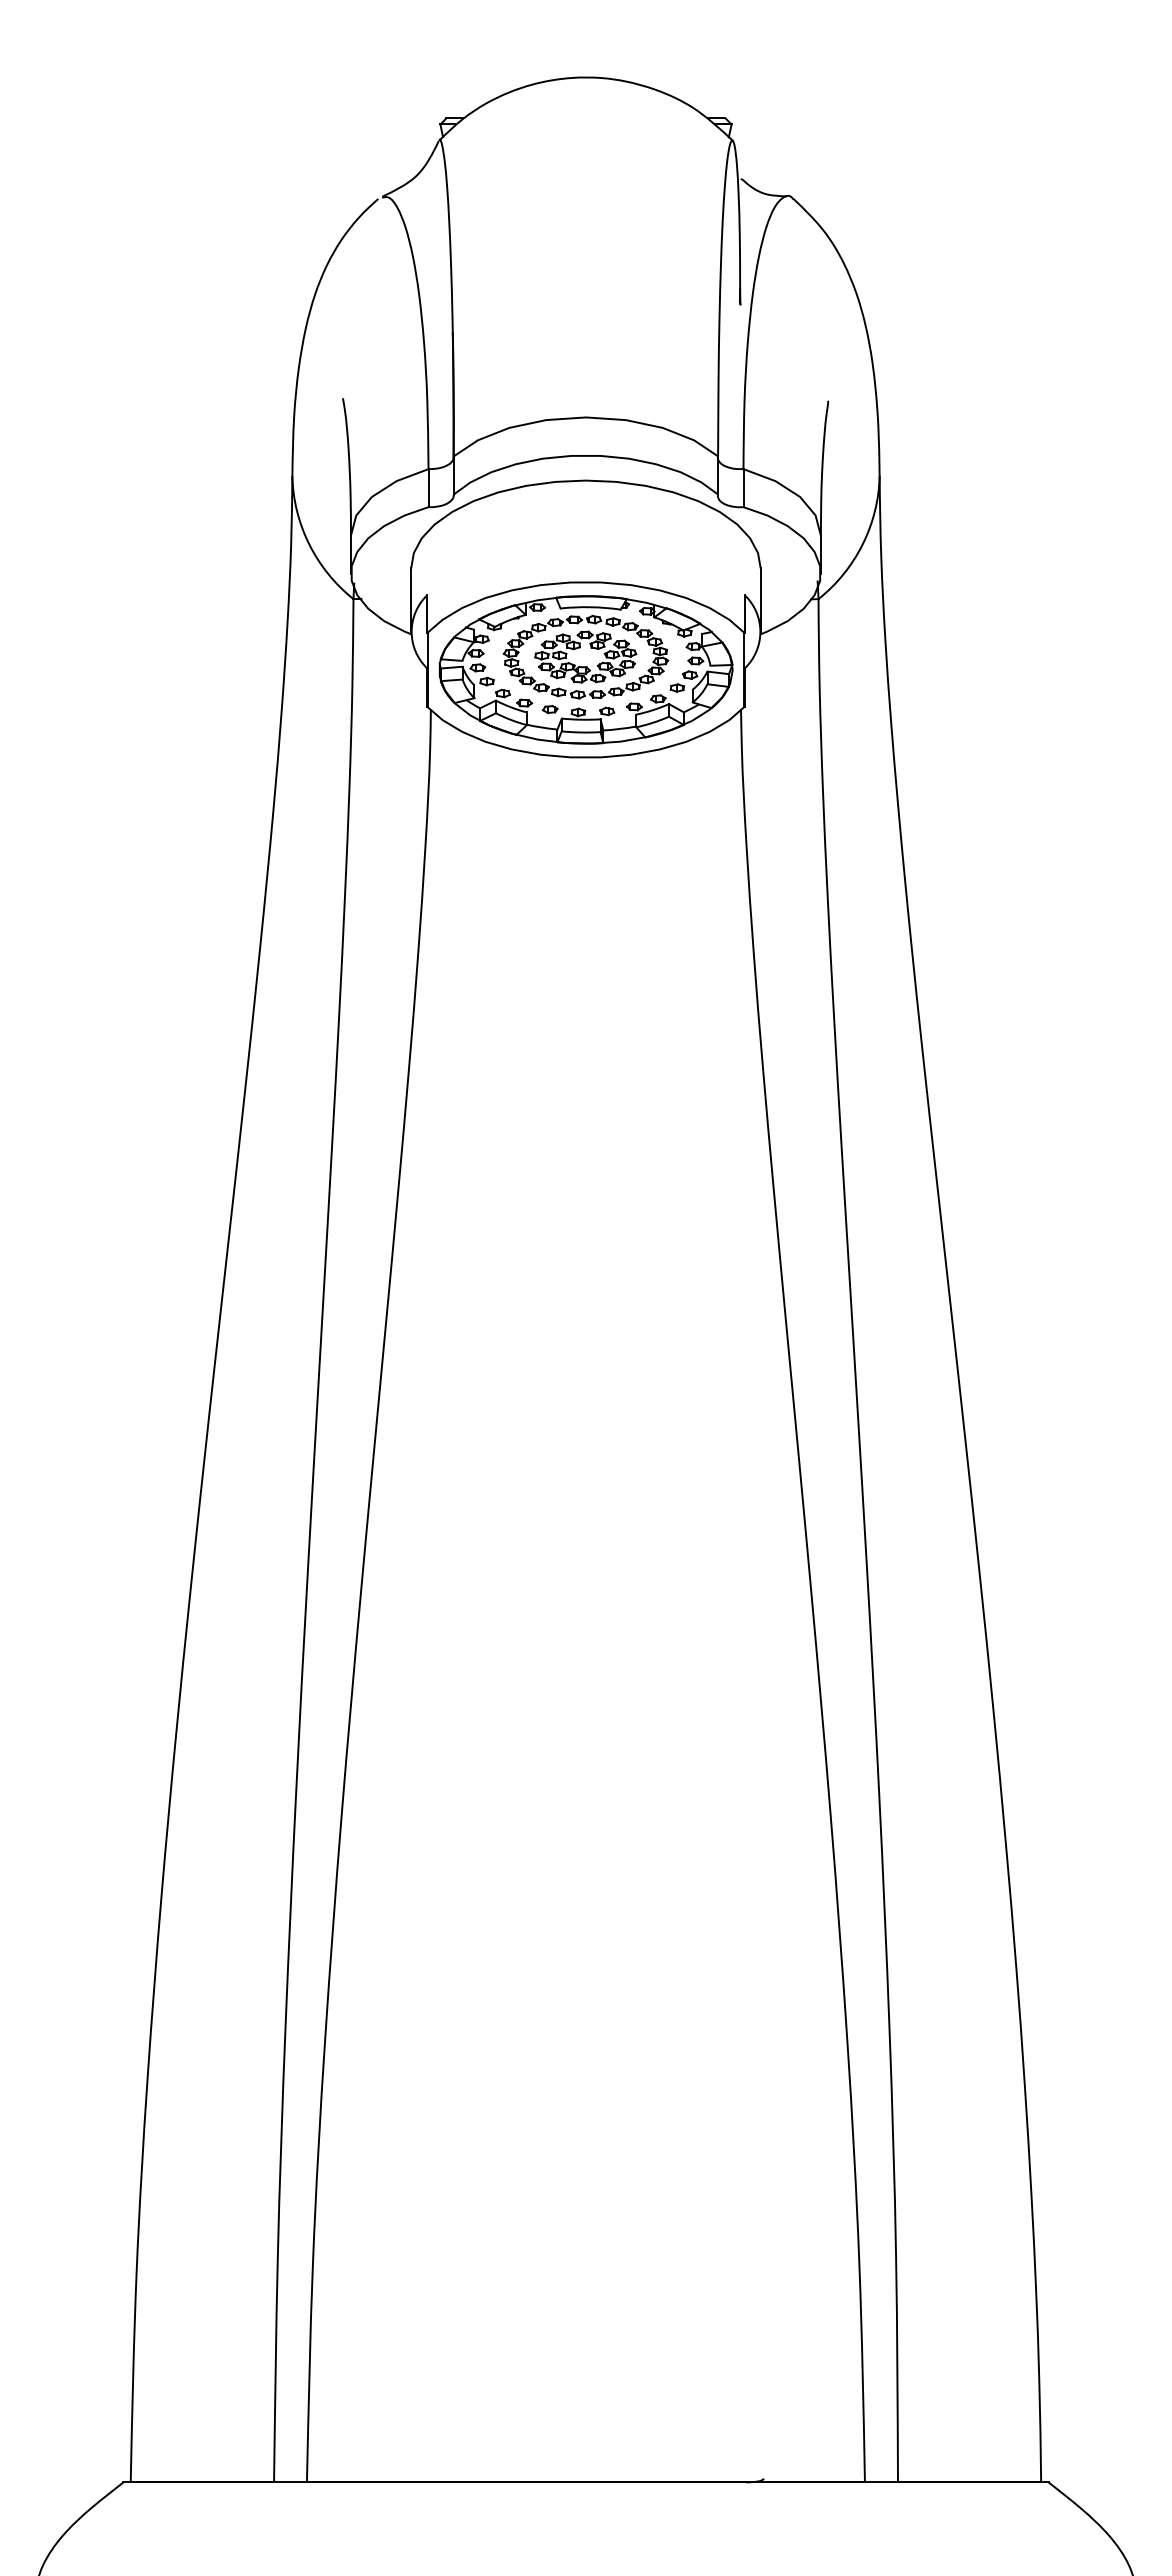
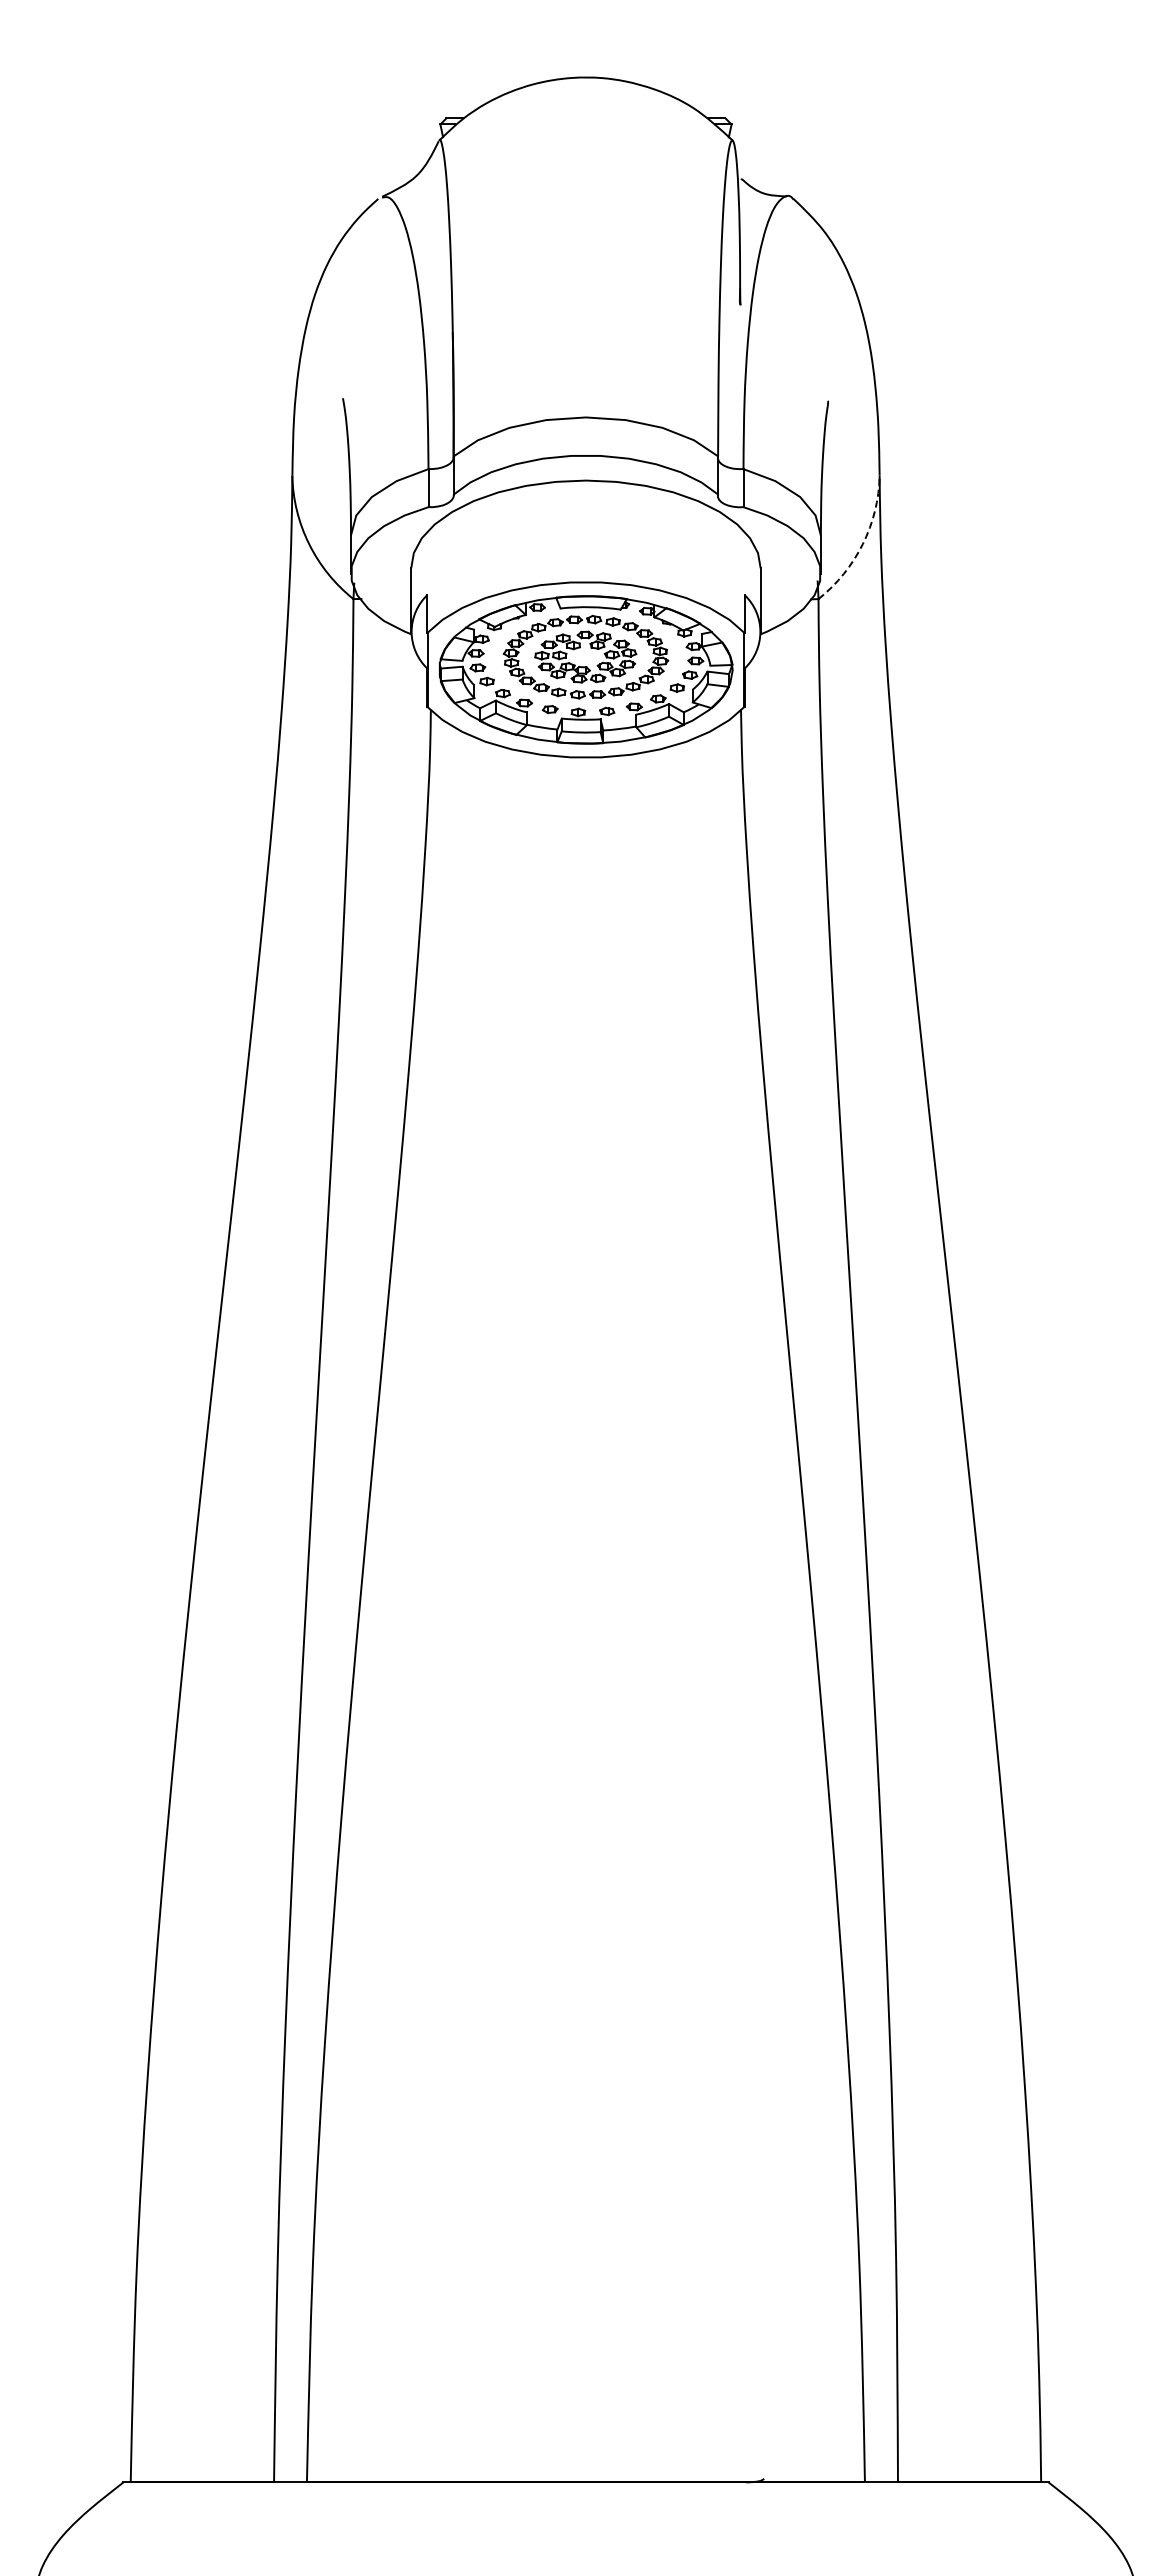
arc at (862, 544): solid -> dashed
